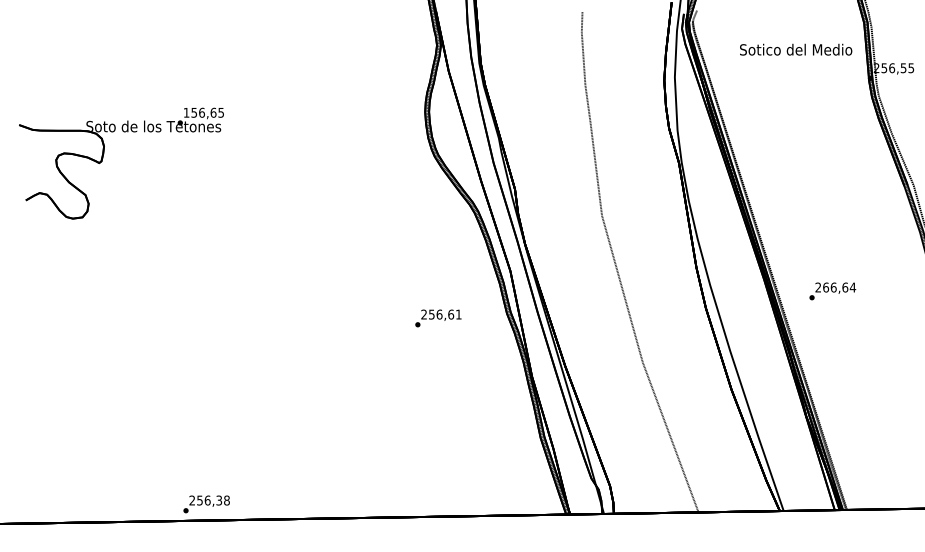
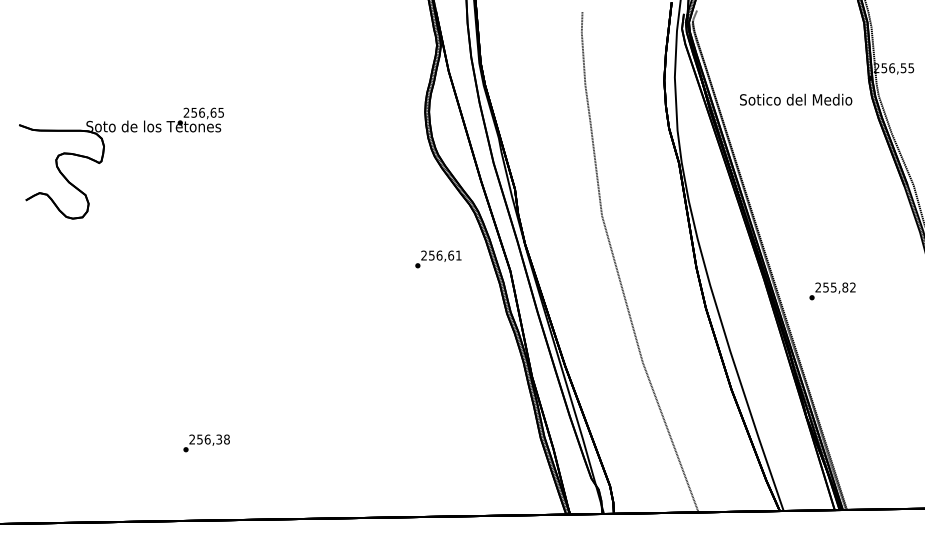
text at (796, 49) position: (796, 49) -> (796, 99)
text at (186, 112): 156,65 -> 256,65
text at (839, 287): 266,64 -> 255,82
text at (438, 318) position: (438, 318) -> (438, 259)
text at (206, 504) position: (206, 504) -> (206, 443)
